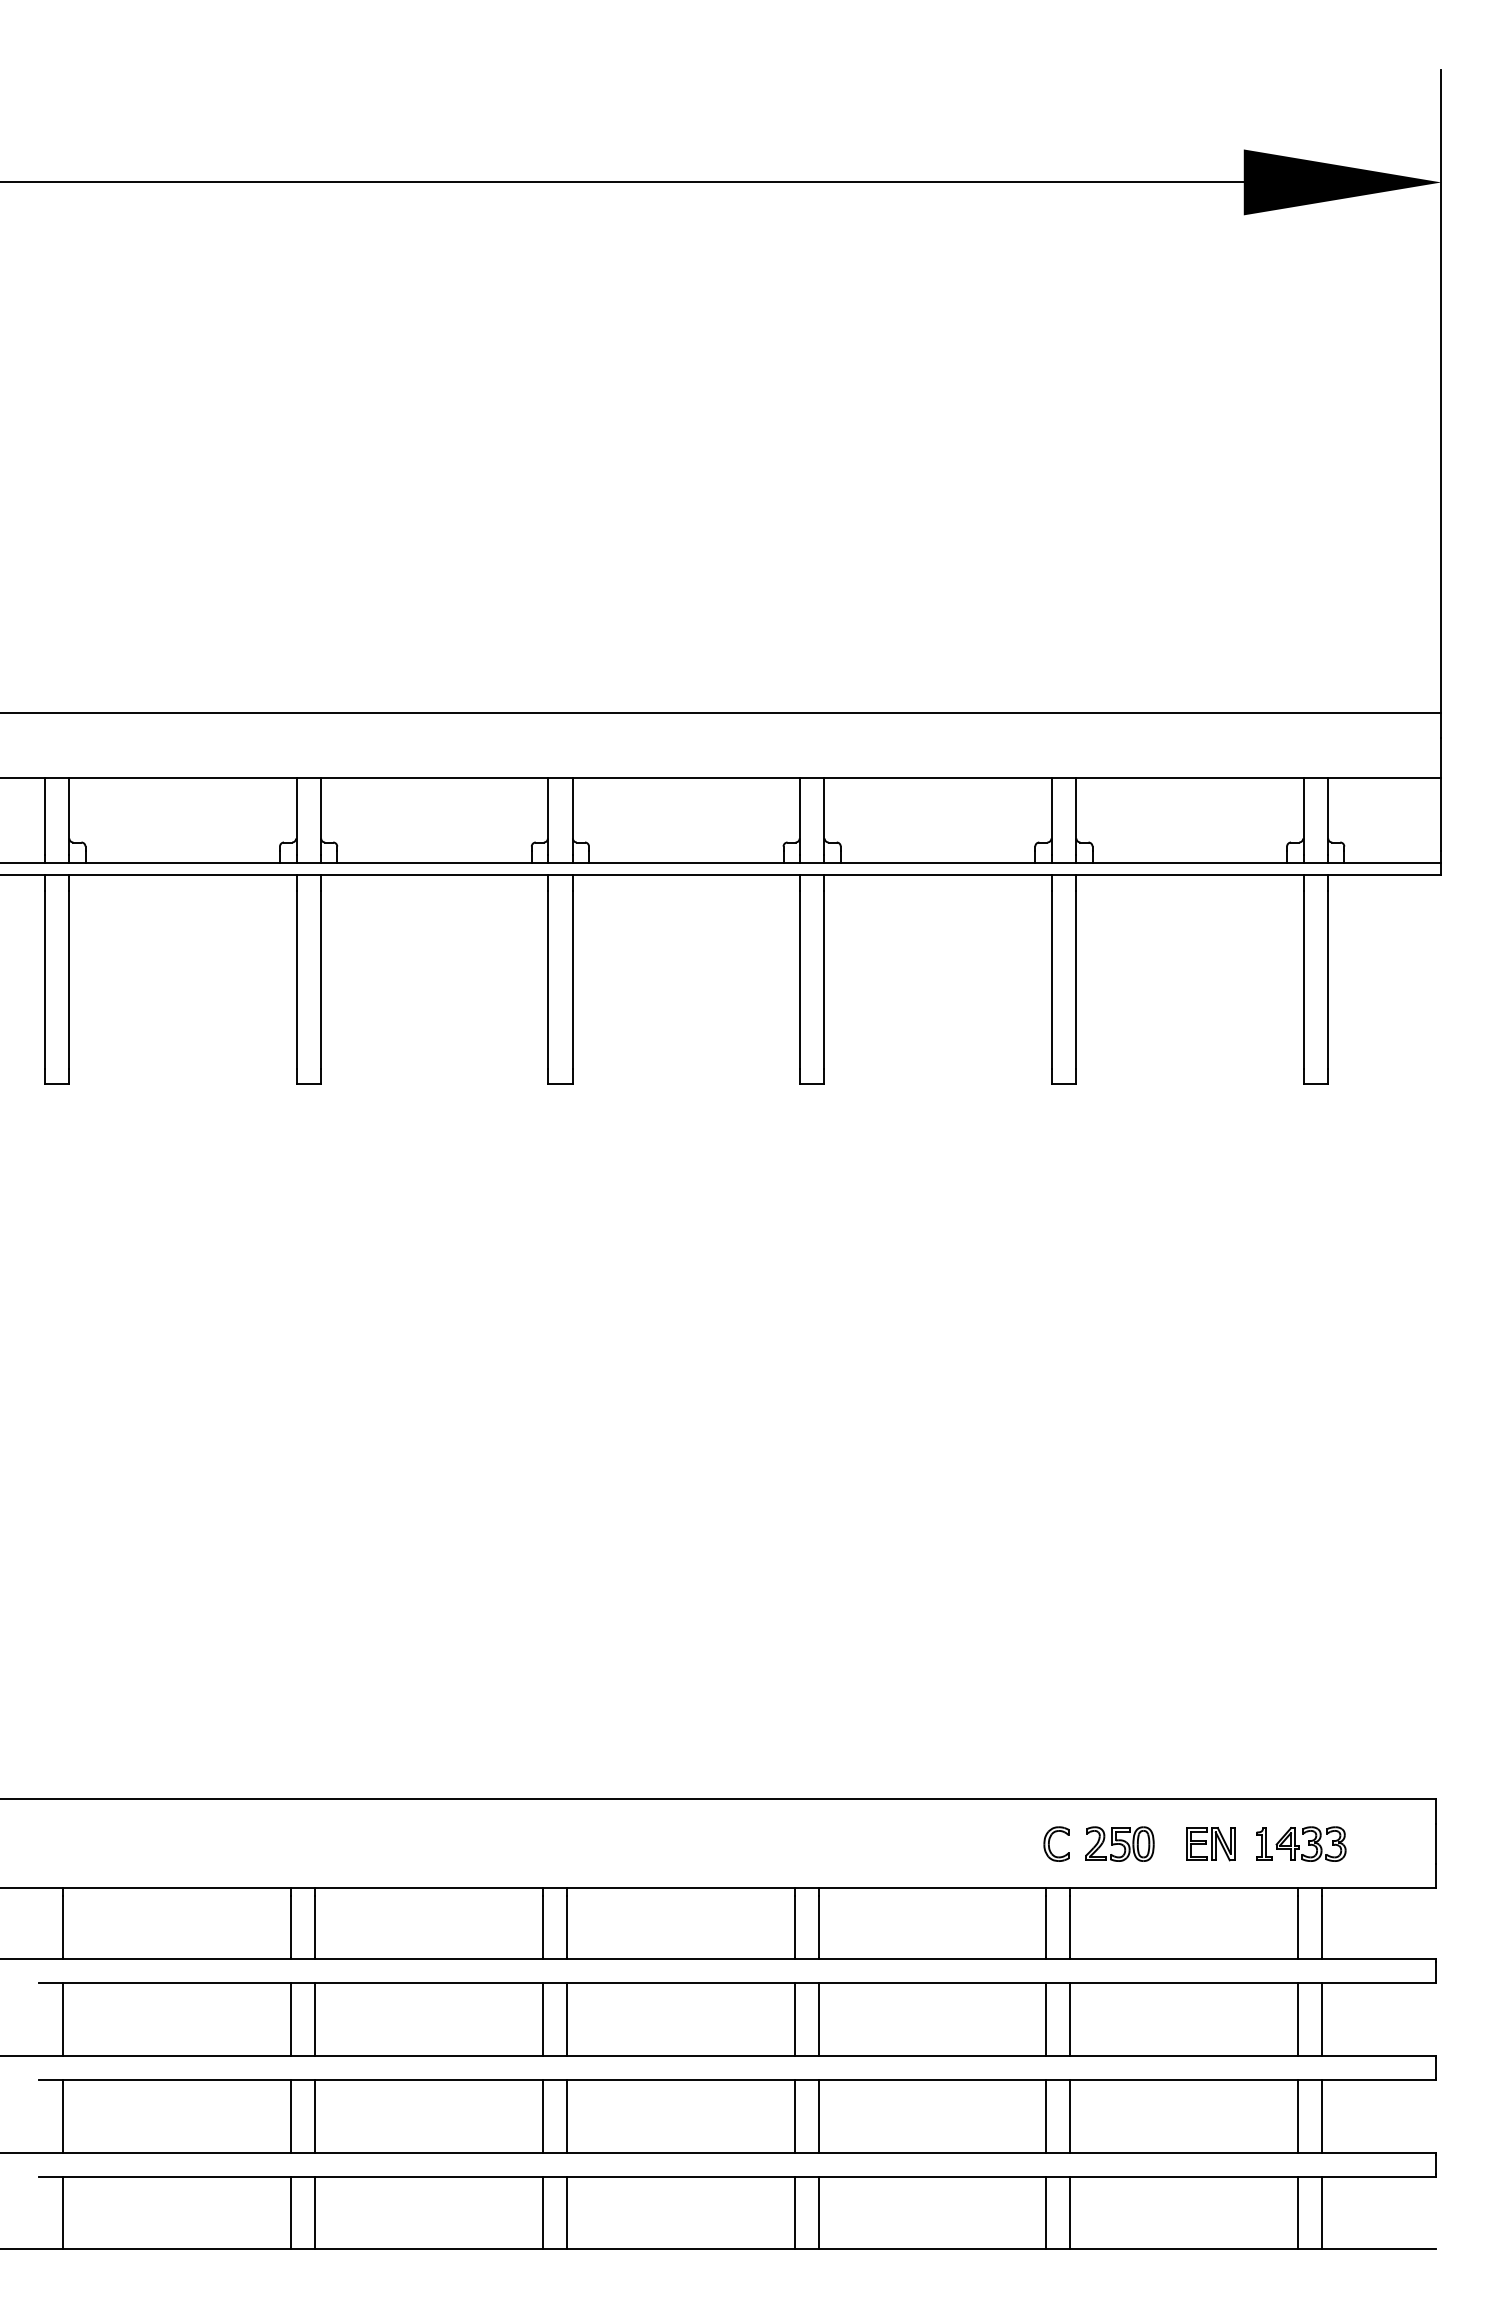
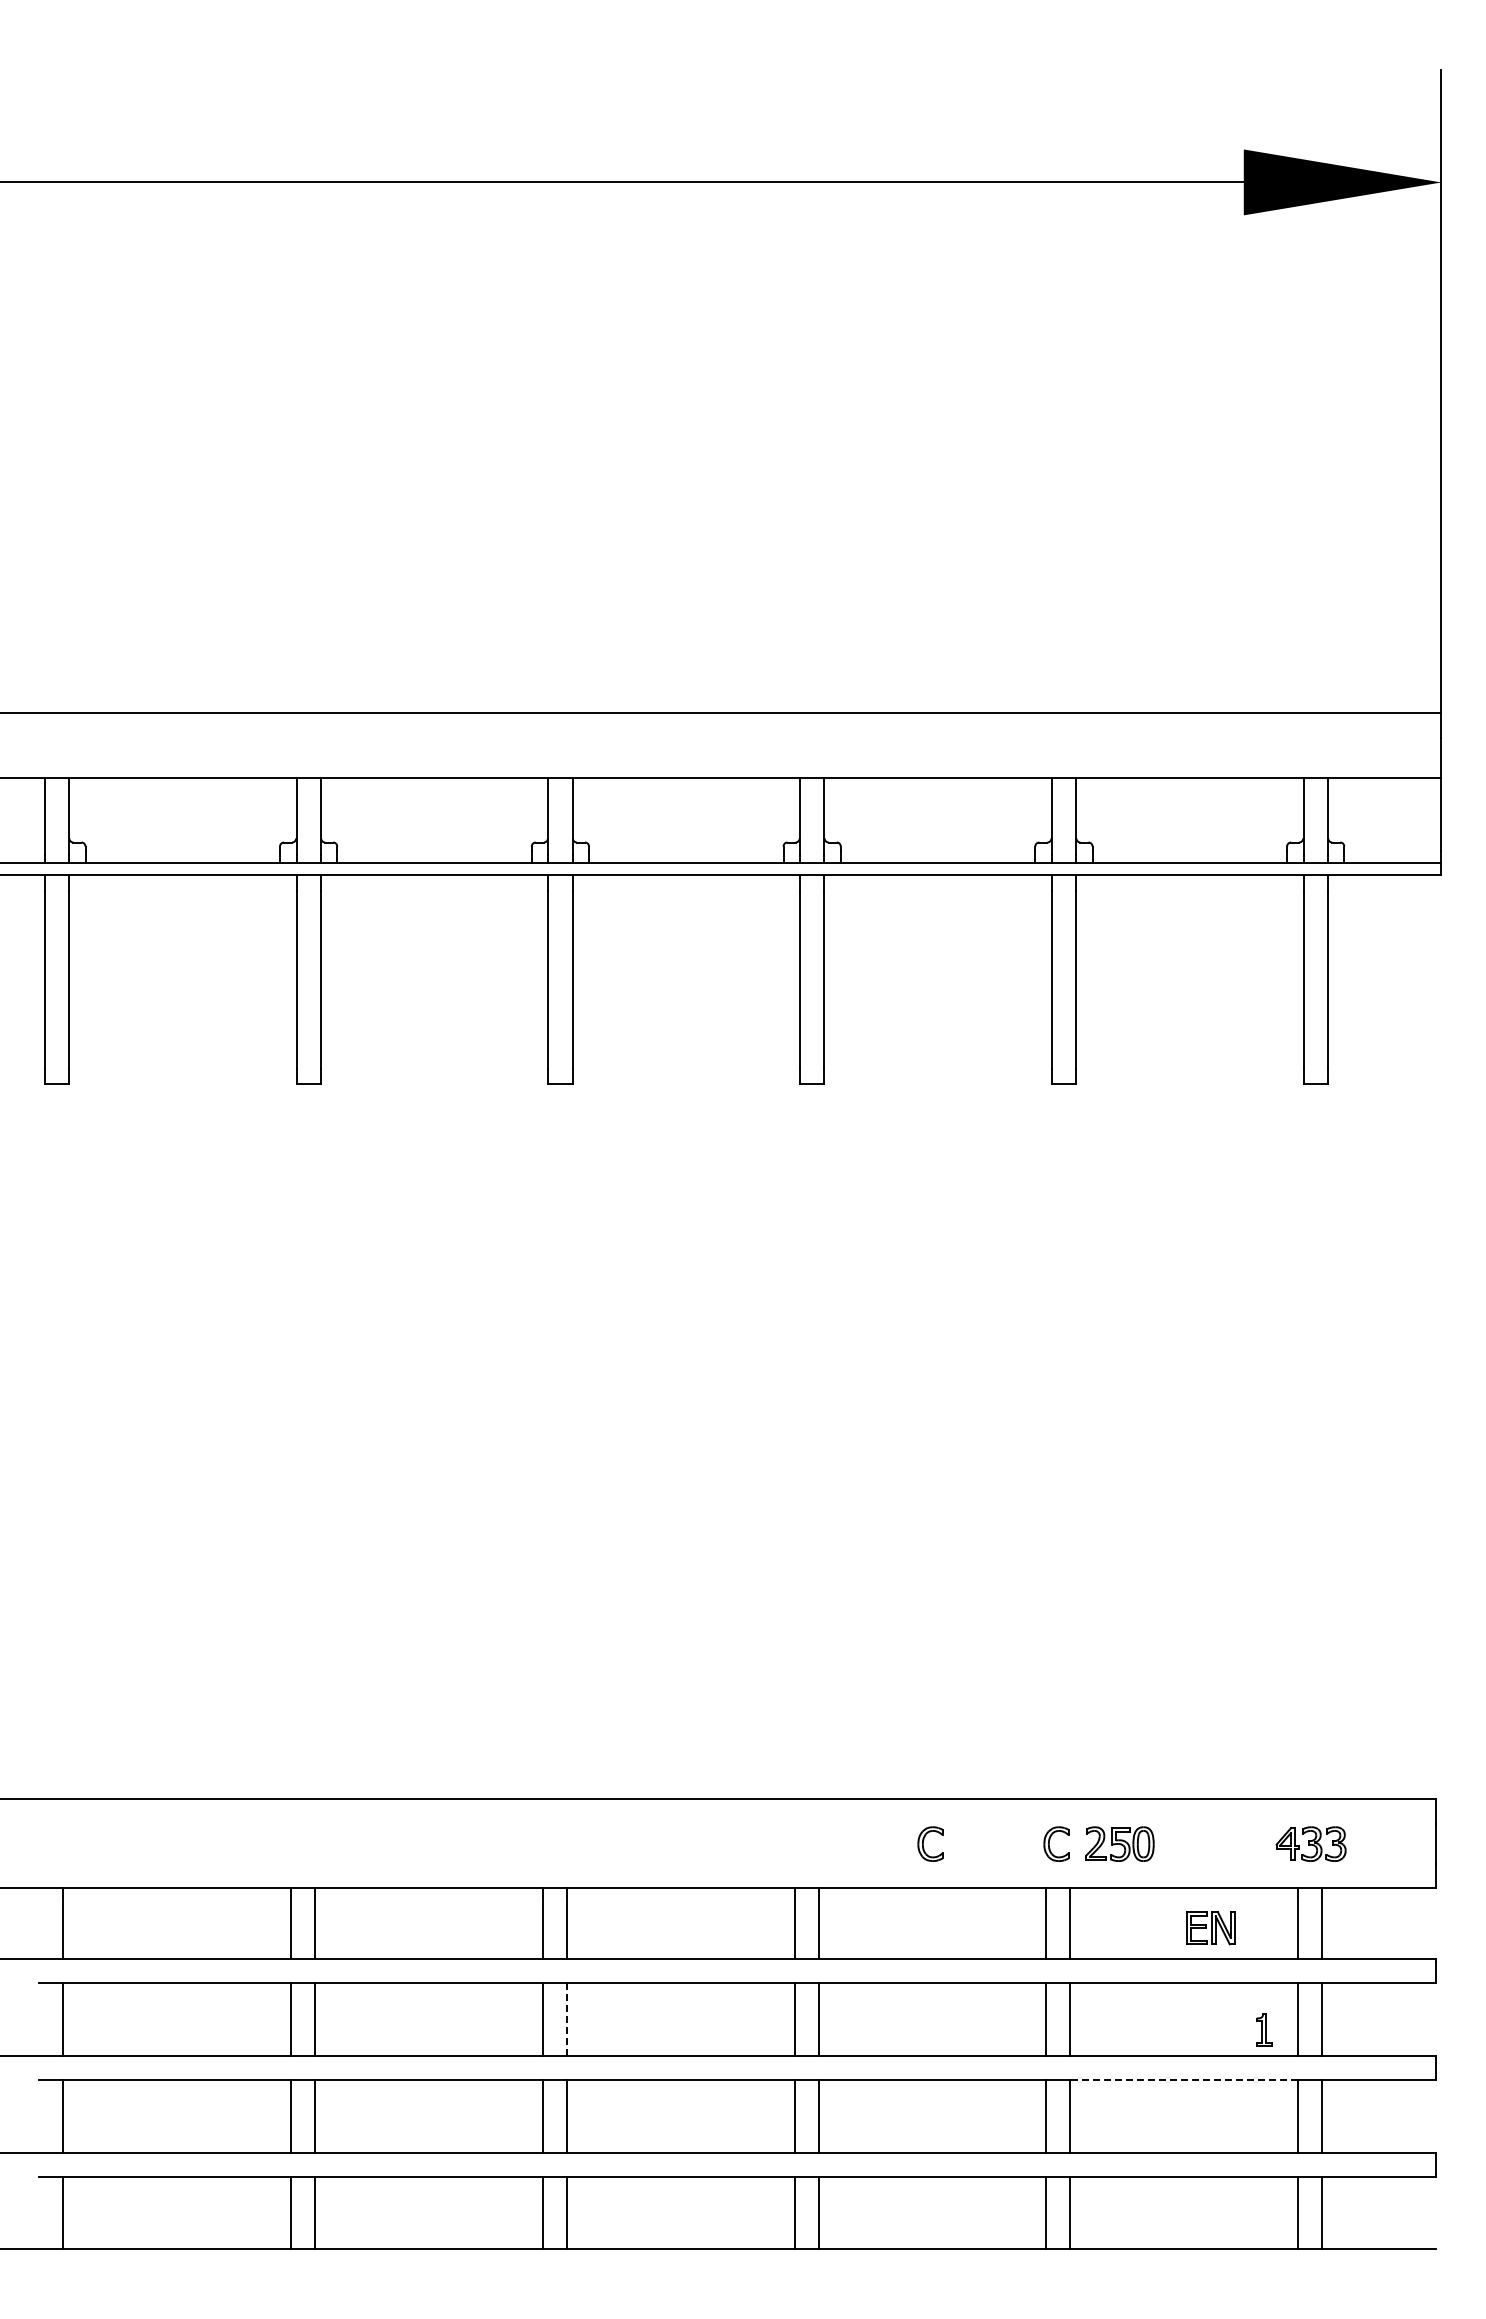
part at (924, 1840): none -> present
part at (1264, 1843) position: (1264, 1843) -> (1264, 2029)
part at (1210, 1844) position: (1210, 1844) -> (1210, 1928)
line at (566, 2020): solid -> dashed
line at (1184, 2080): solid -> dashed
